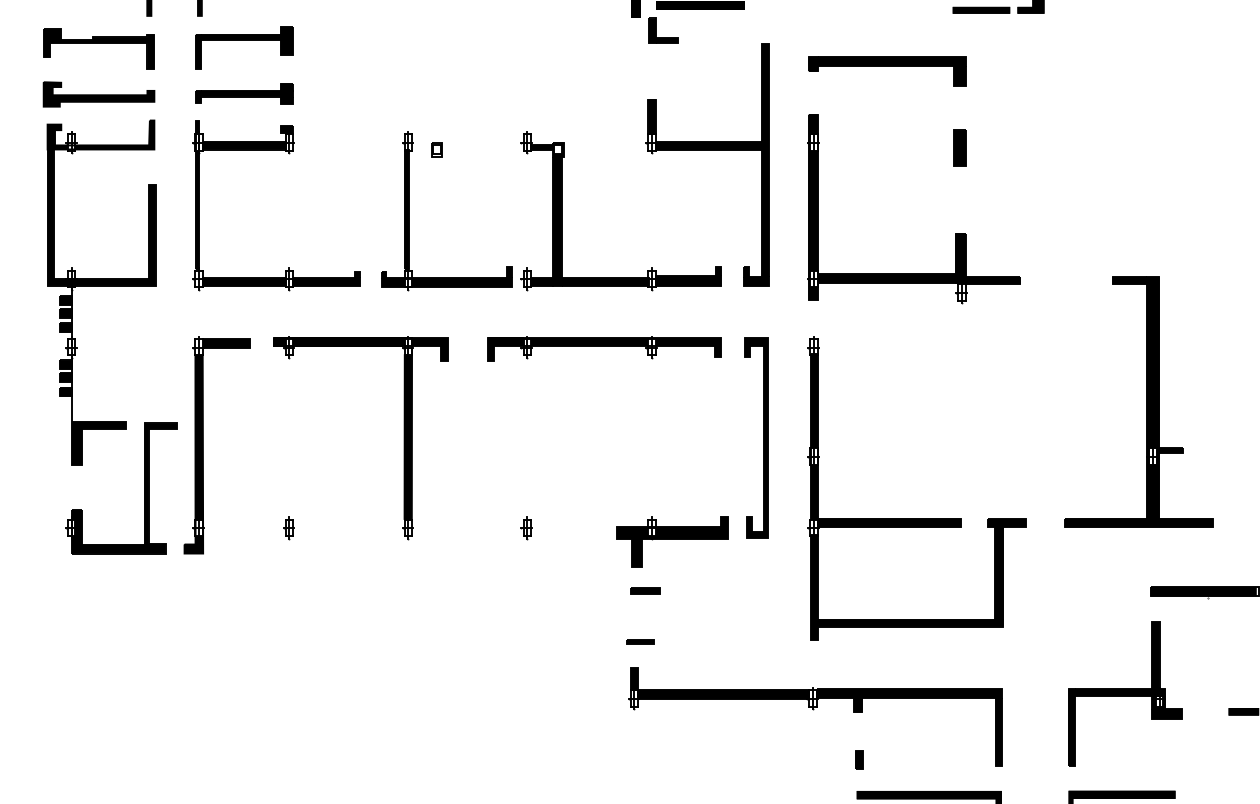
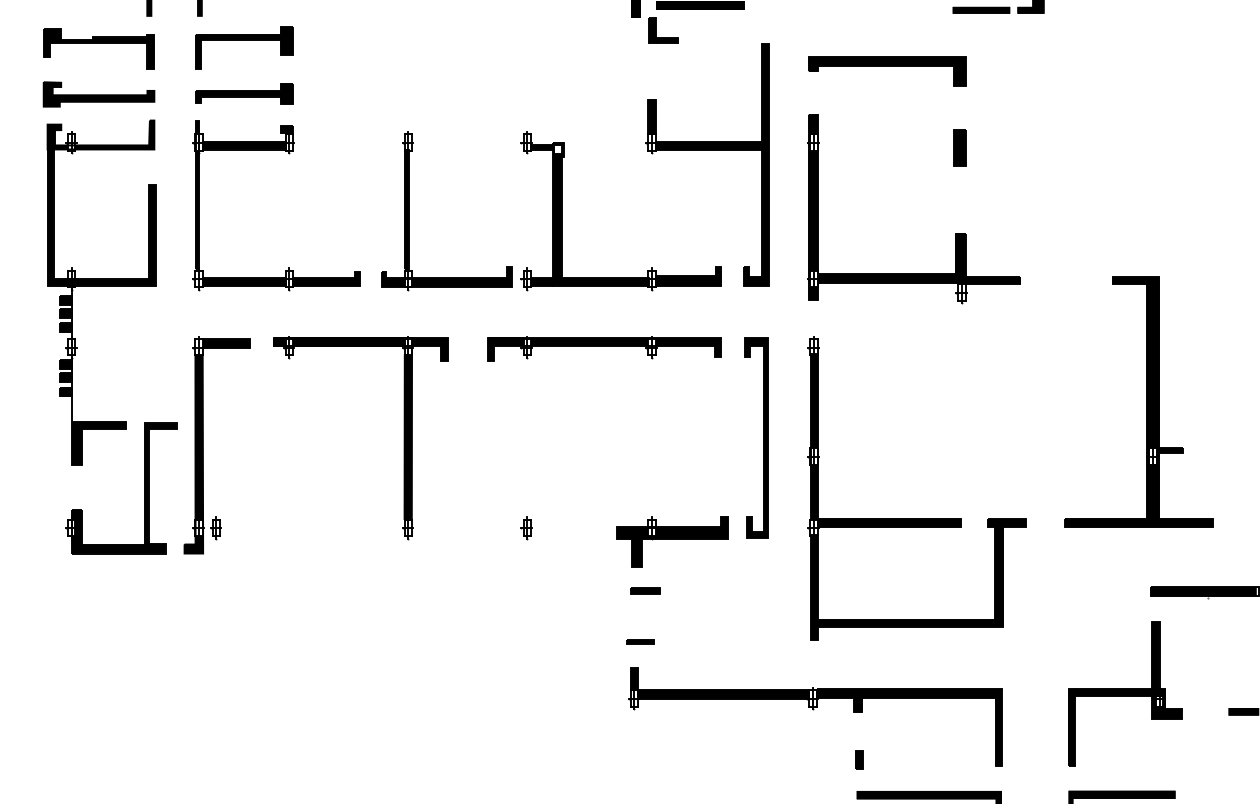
part at (436, 149): present -> none
part at (288, 528) position: (288, 528) -> (215, 528)
